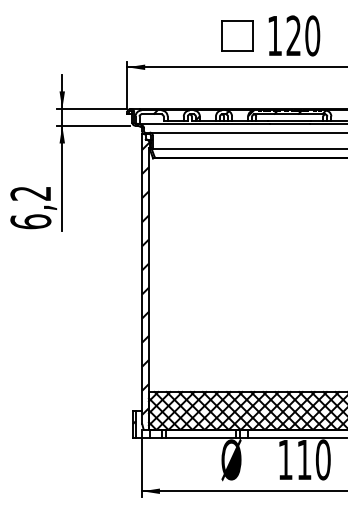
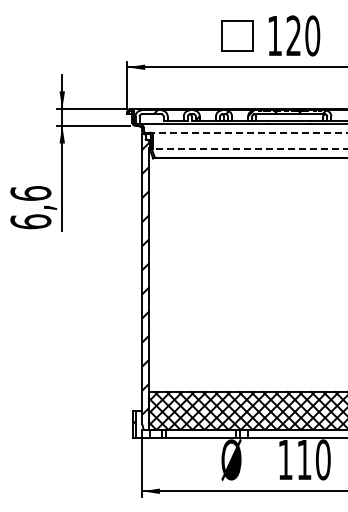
line at (248, 132): solid -> dashed
line at (249, 148): solid -> dashed
text at (30, 193): 6,2 -> 6,6
